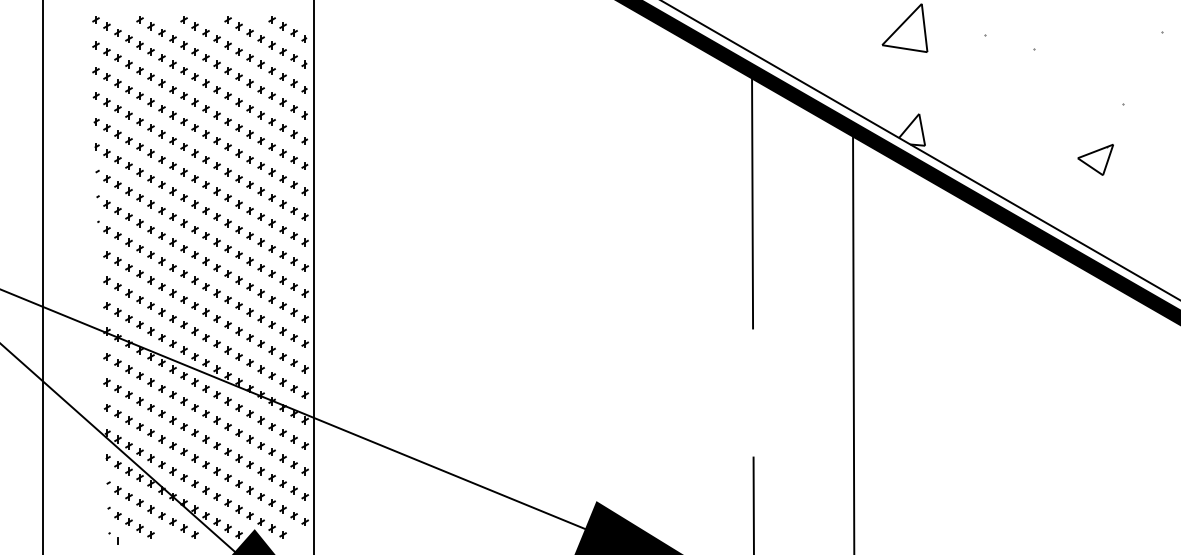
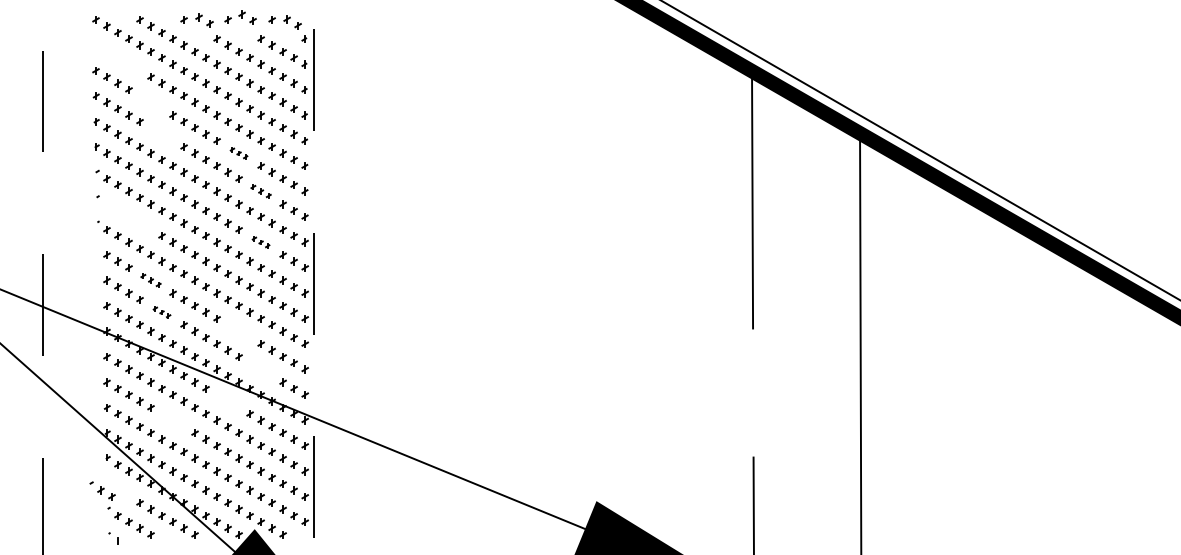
part at (200, 29) position: (200, 29) -> (204, 20)
part at (244, 29) position: (244, 29) -> (247, 17)
part at (288, 29) position: (288, 29) -> (292, 22)
part at (117, 57): present -> none
hatch at (1021, 89): present -> none
part at (150, 102): present -> none
part at (161, 134): present -> none
part at (238, 153) size: 30x21 px -> 20x13 px
part at (260, 191) size: 30x21 px -> 22x15 px
part at (128, 216): present -> none
part at (260, 242) size: 30x21 px -> 20x13 px
line at (43, 277): solid -> dashed
line at (313, 277): solid -> dashed
part at (150, 280) size: 30x21 px -> 22x15 px
part at (161, 312) size: 30x21 px -> 20x13 px
part at (238, 331): present -> none
line at (853, 341) position: (853, 341) -> (860, 341)
part at (260, 369): present -> none
part at (227, 401): present -> none
part at (172, 420): present -> none
part at (119, 490) position: (119, 490) -> (102, 490)
